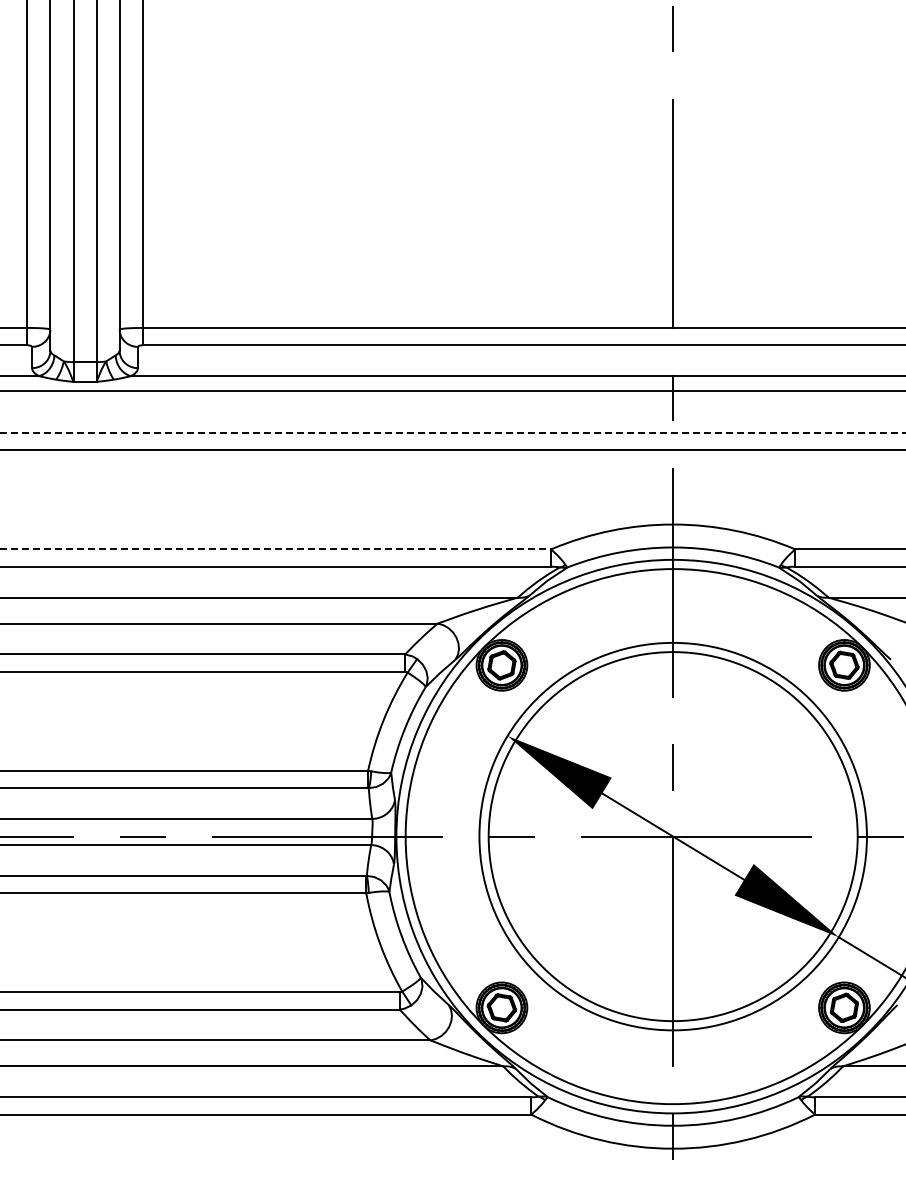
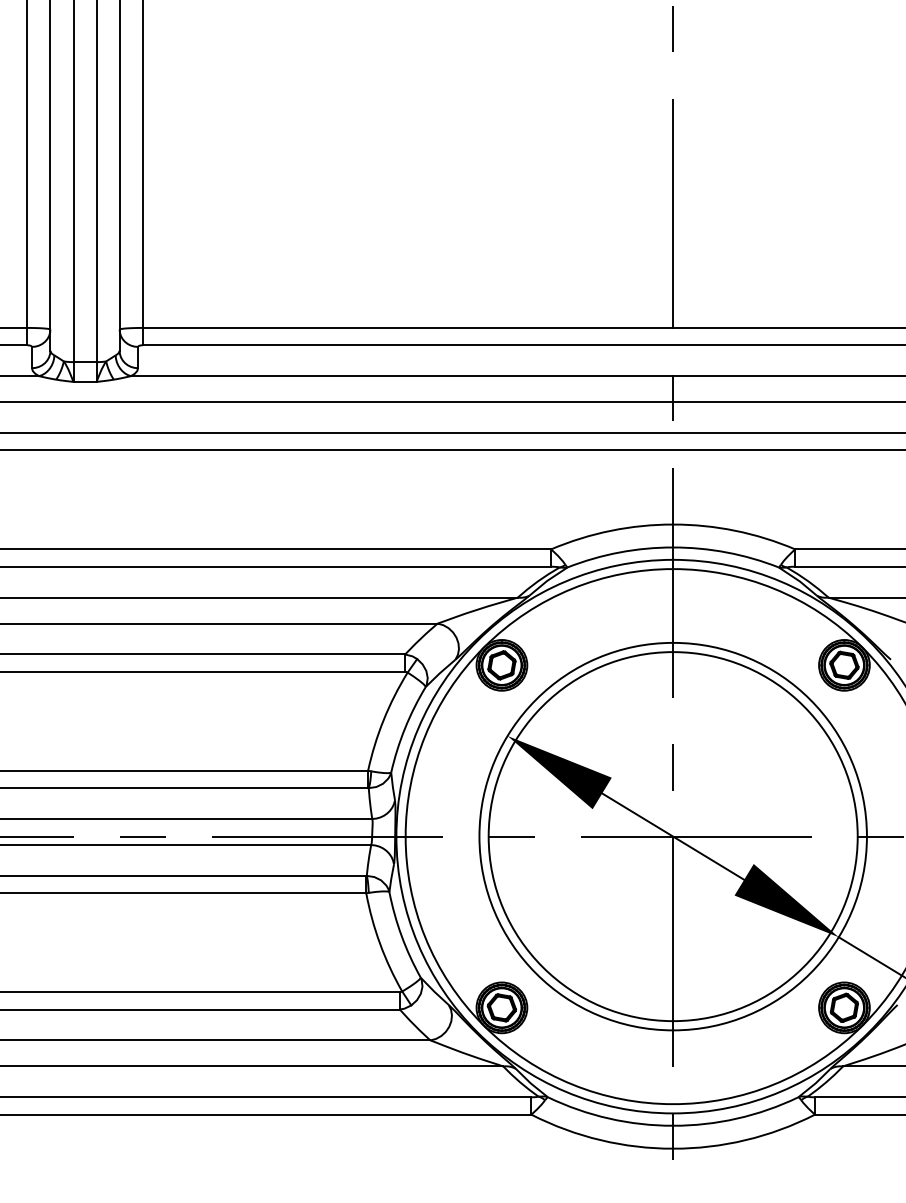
line at (452, 391) position: (452, 391) -> (452, 402)
line at (453, 433): dashed -> solid
line at (276, 549): dashed -> solid
